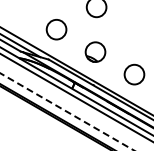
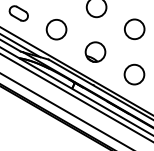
part at (18, 13): none -> present
circle at (134, 29): none -> present
line at (66, 111): dashed -> solid
